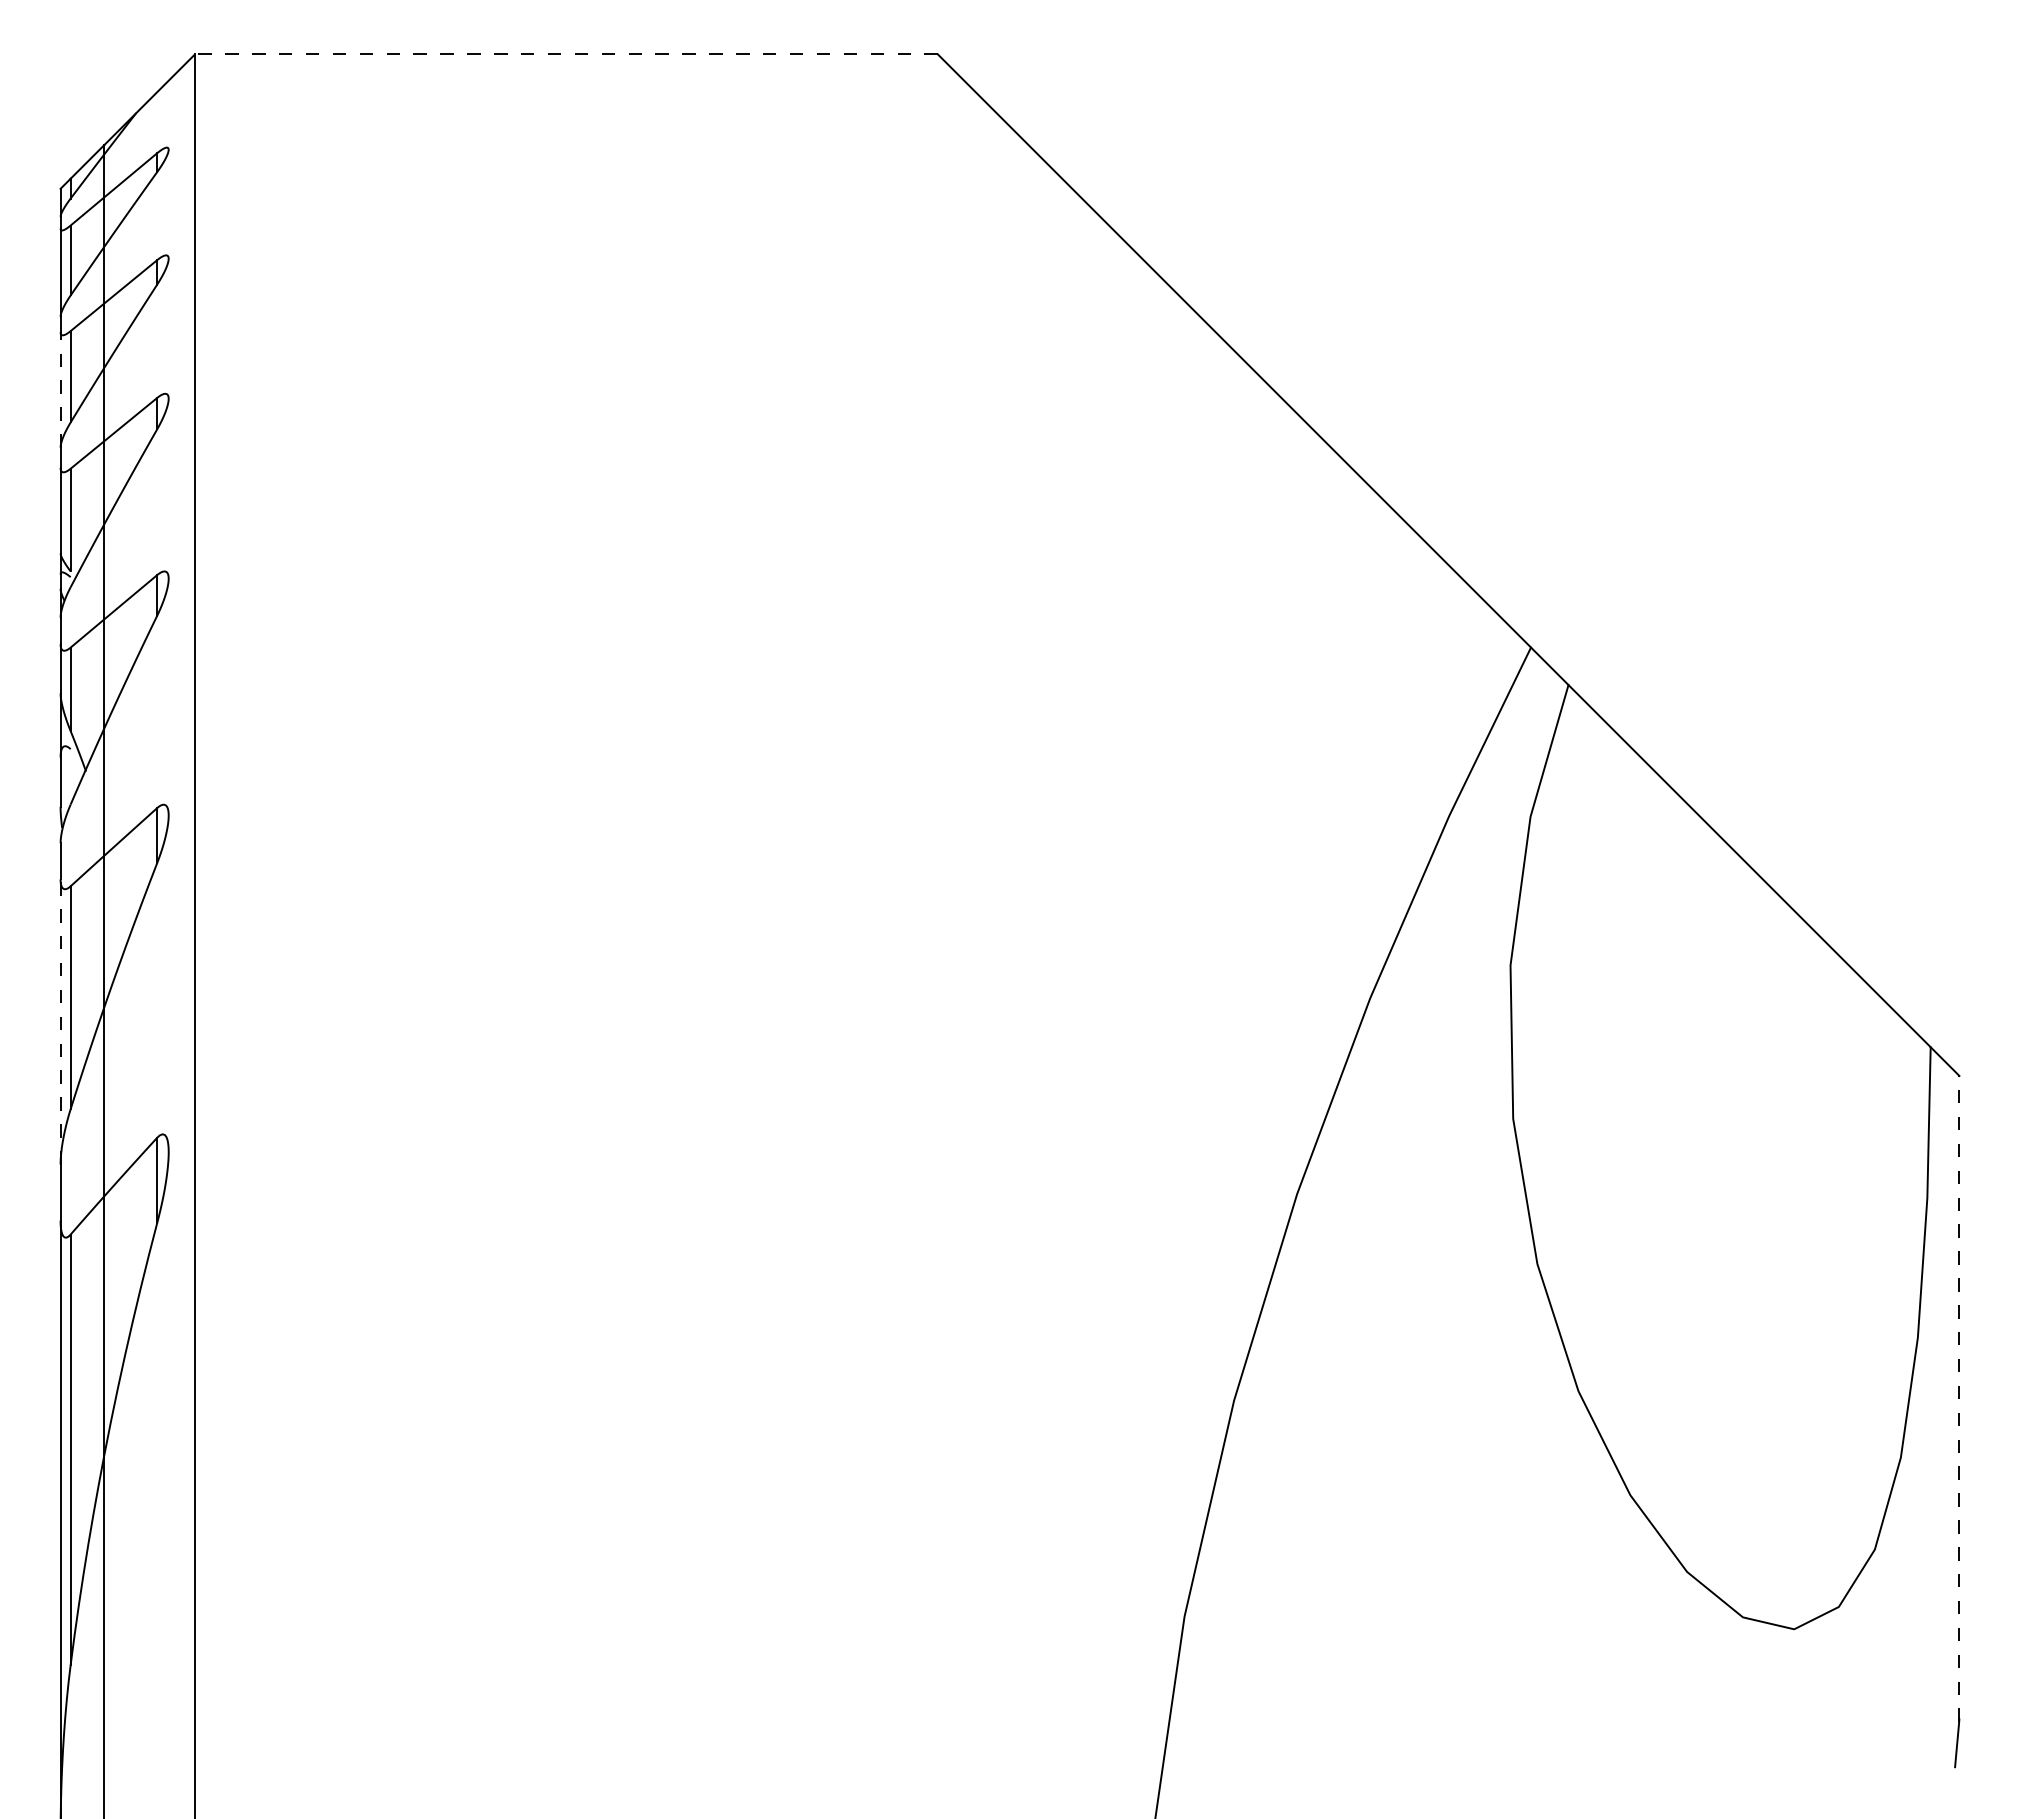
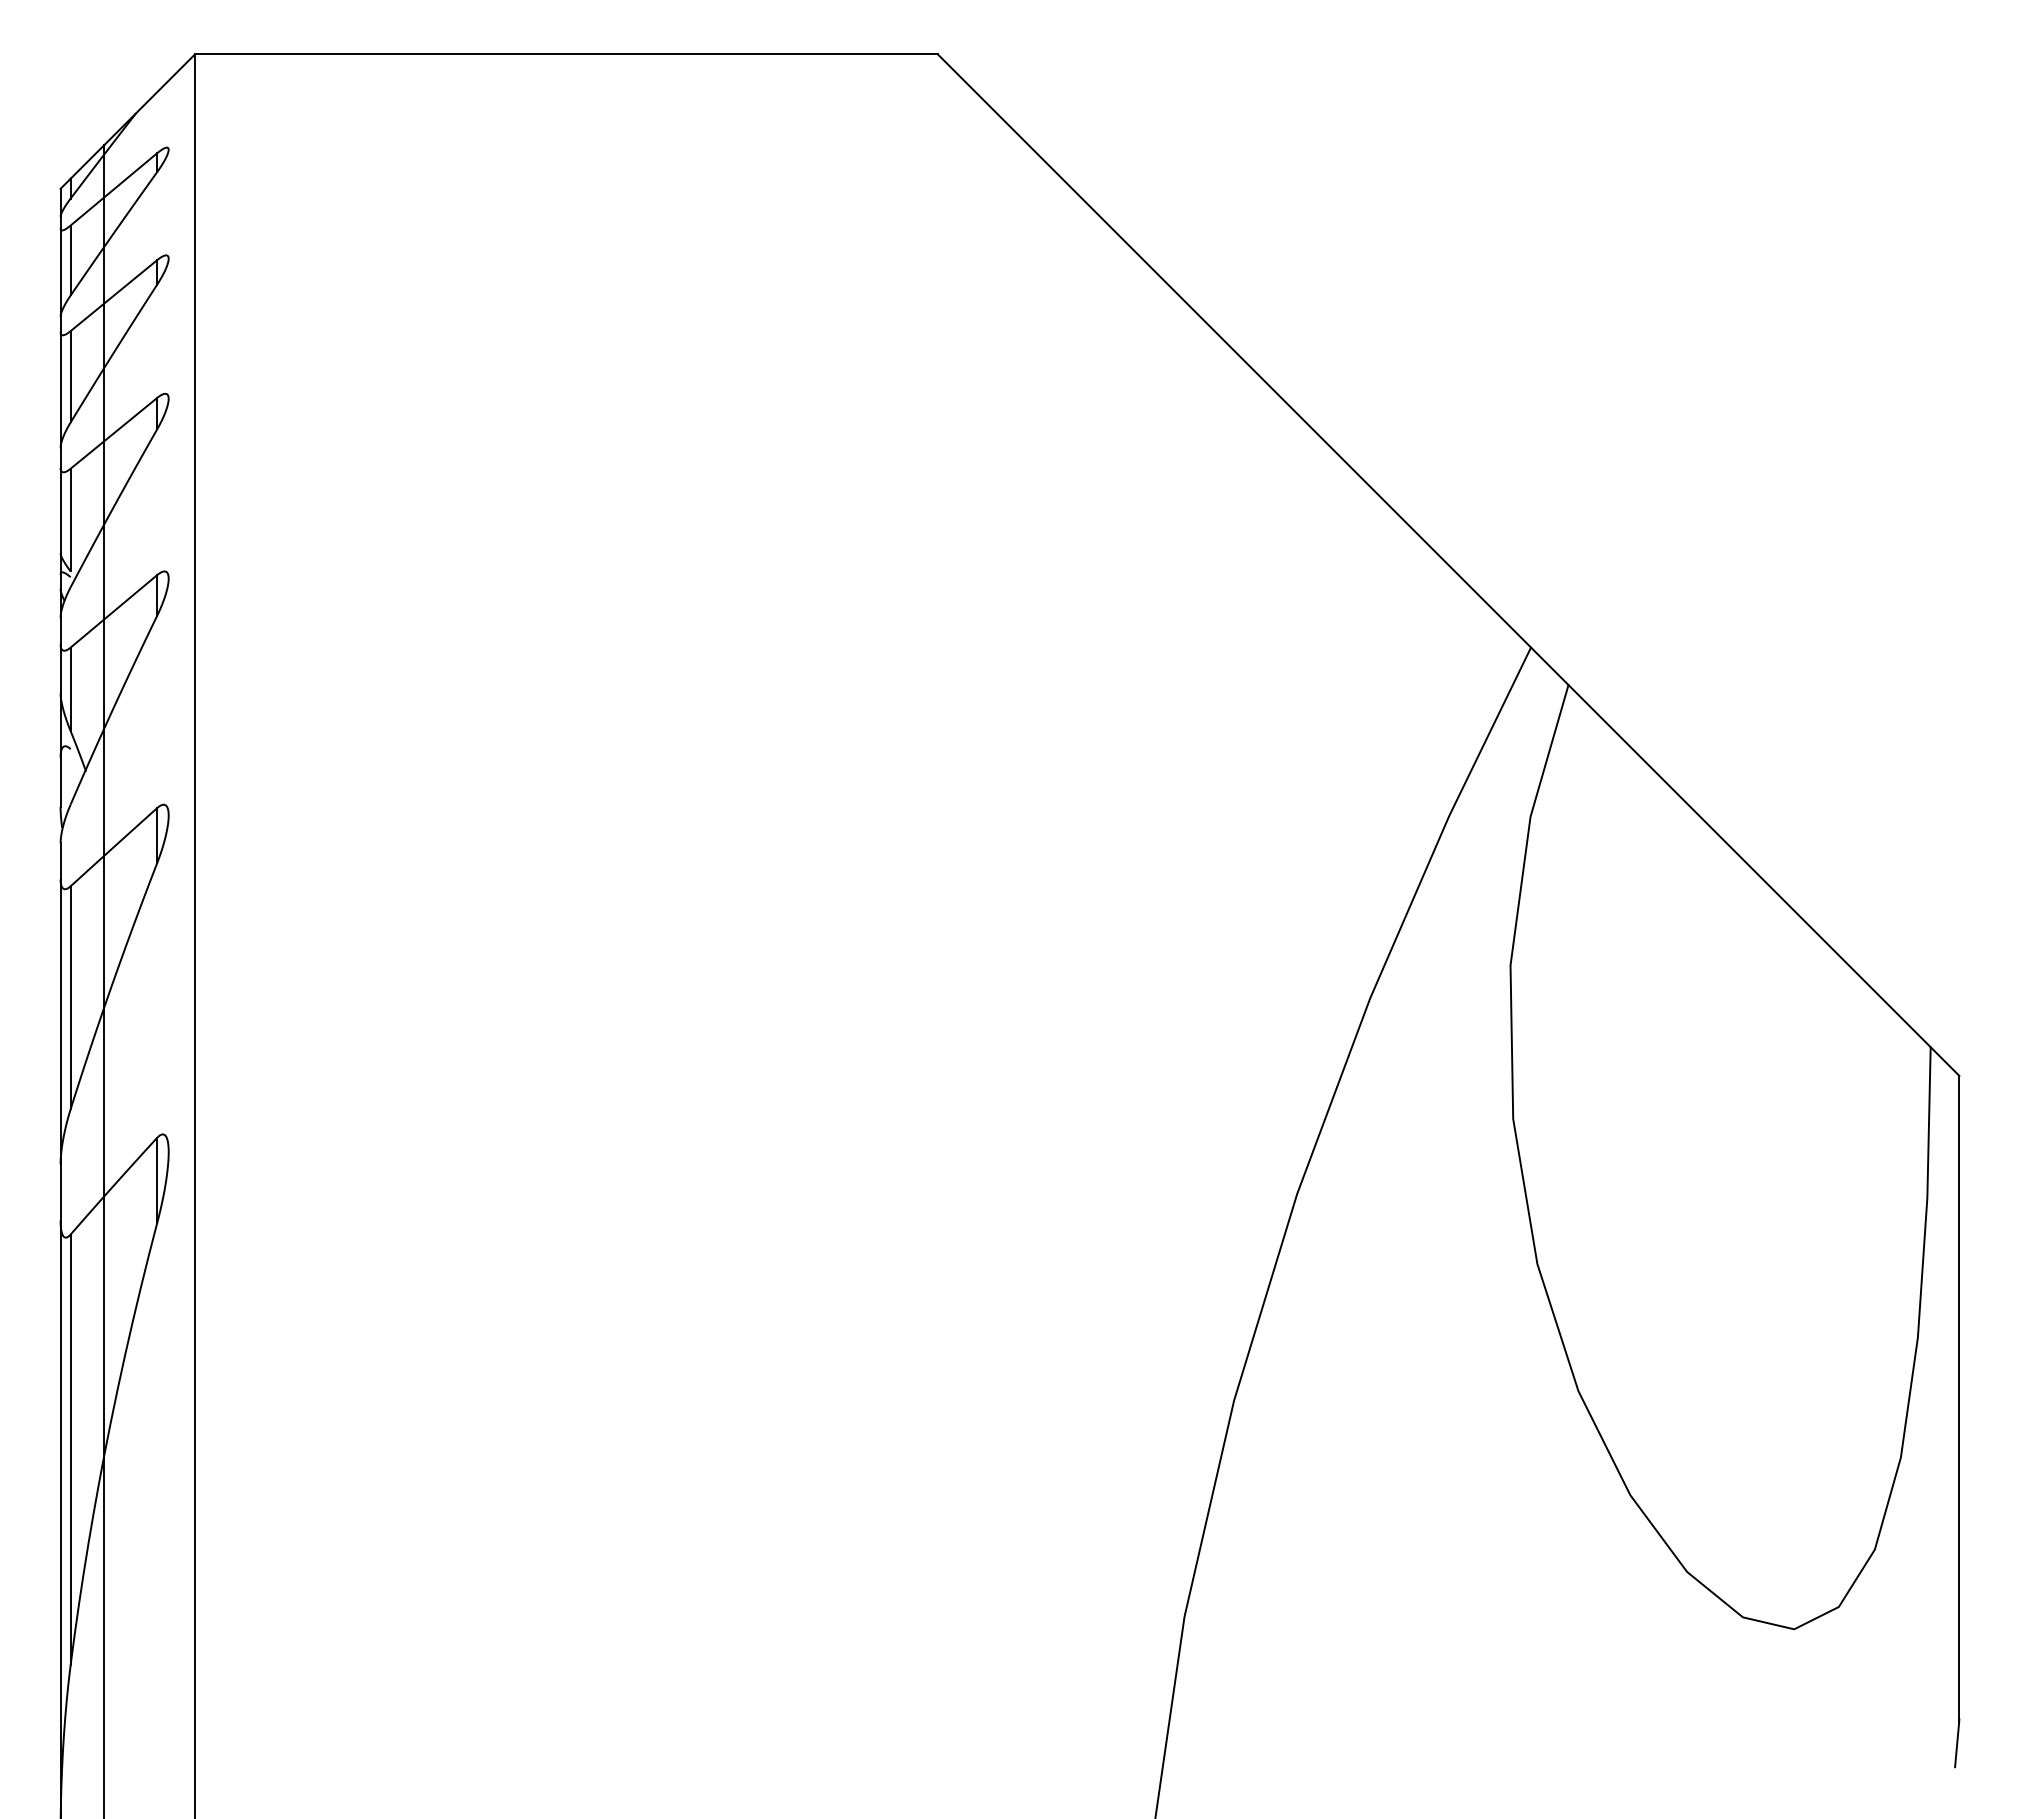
line at (565, 54): dashed -> solid
line at (60, 390): dashed -> solid
line at (60, 1021): dashed -> solid
line at (1959, 1398): dashed -> solid
